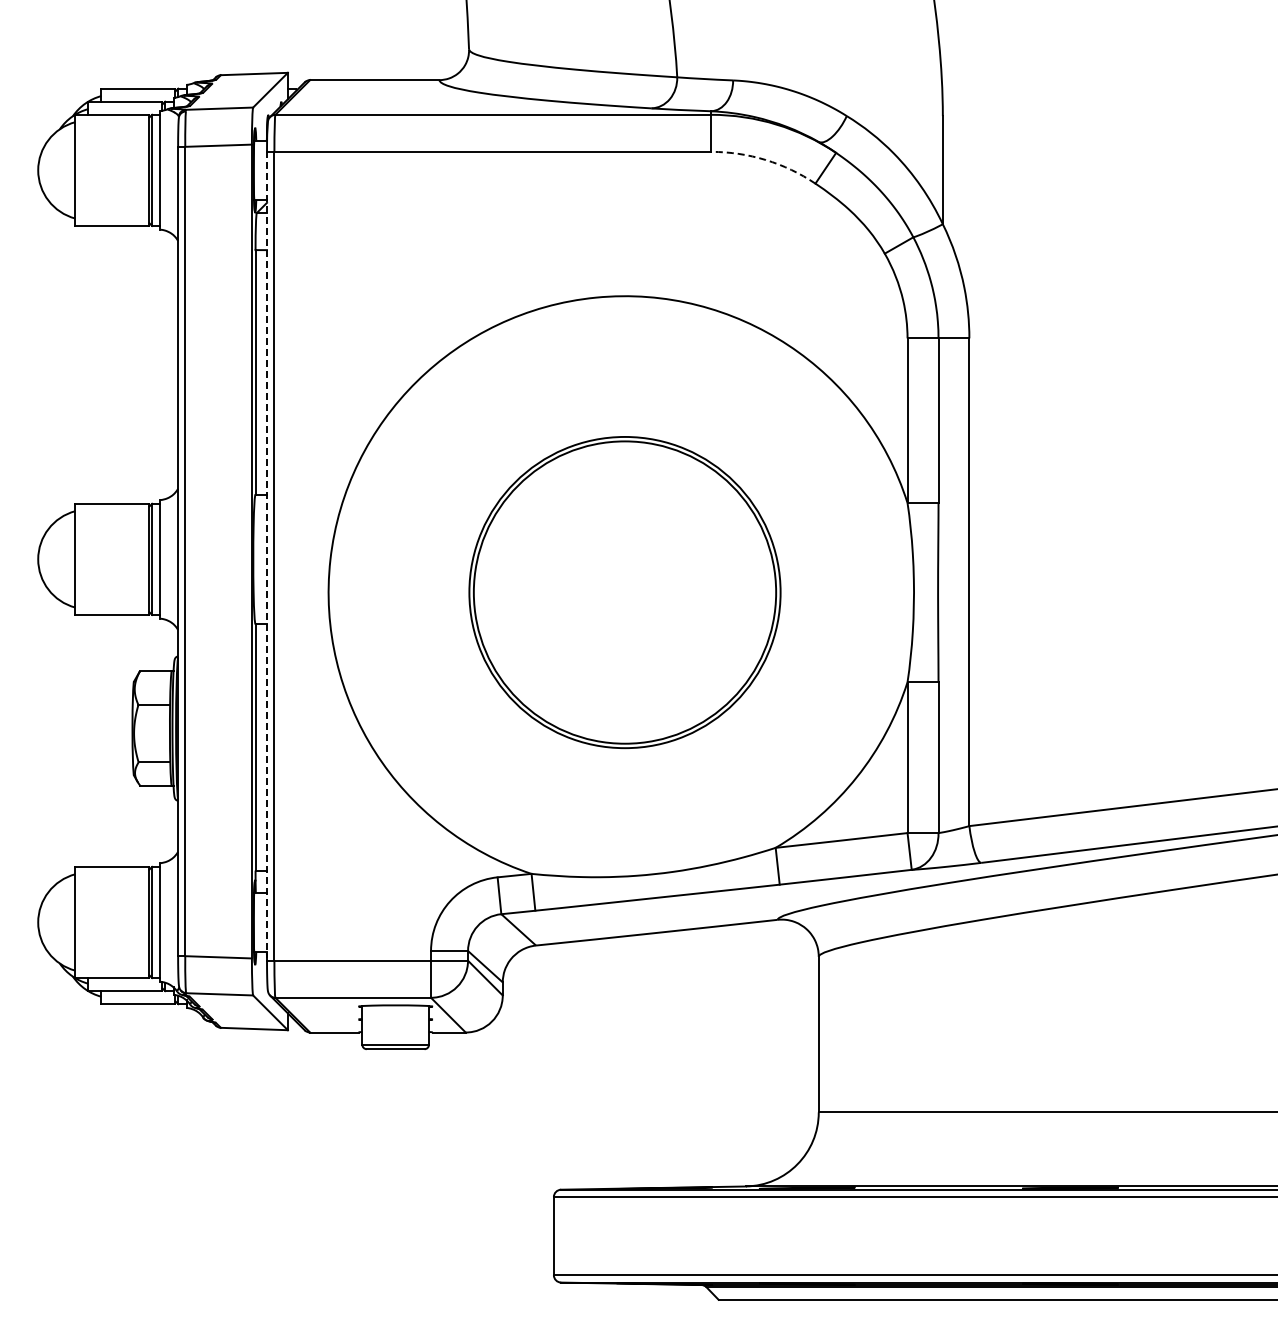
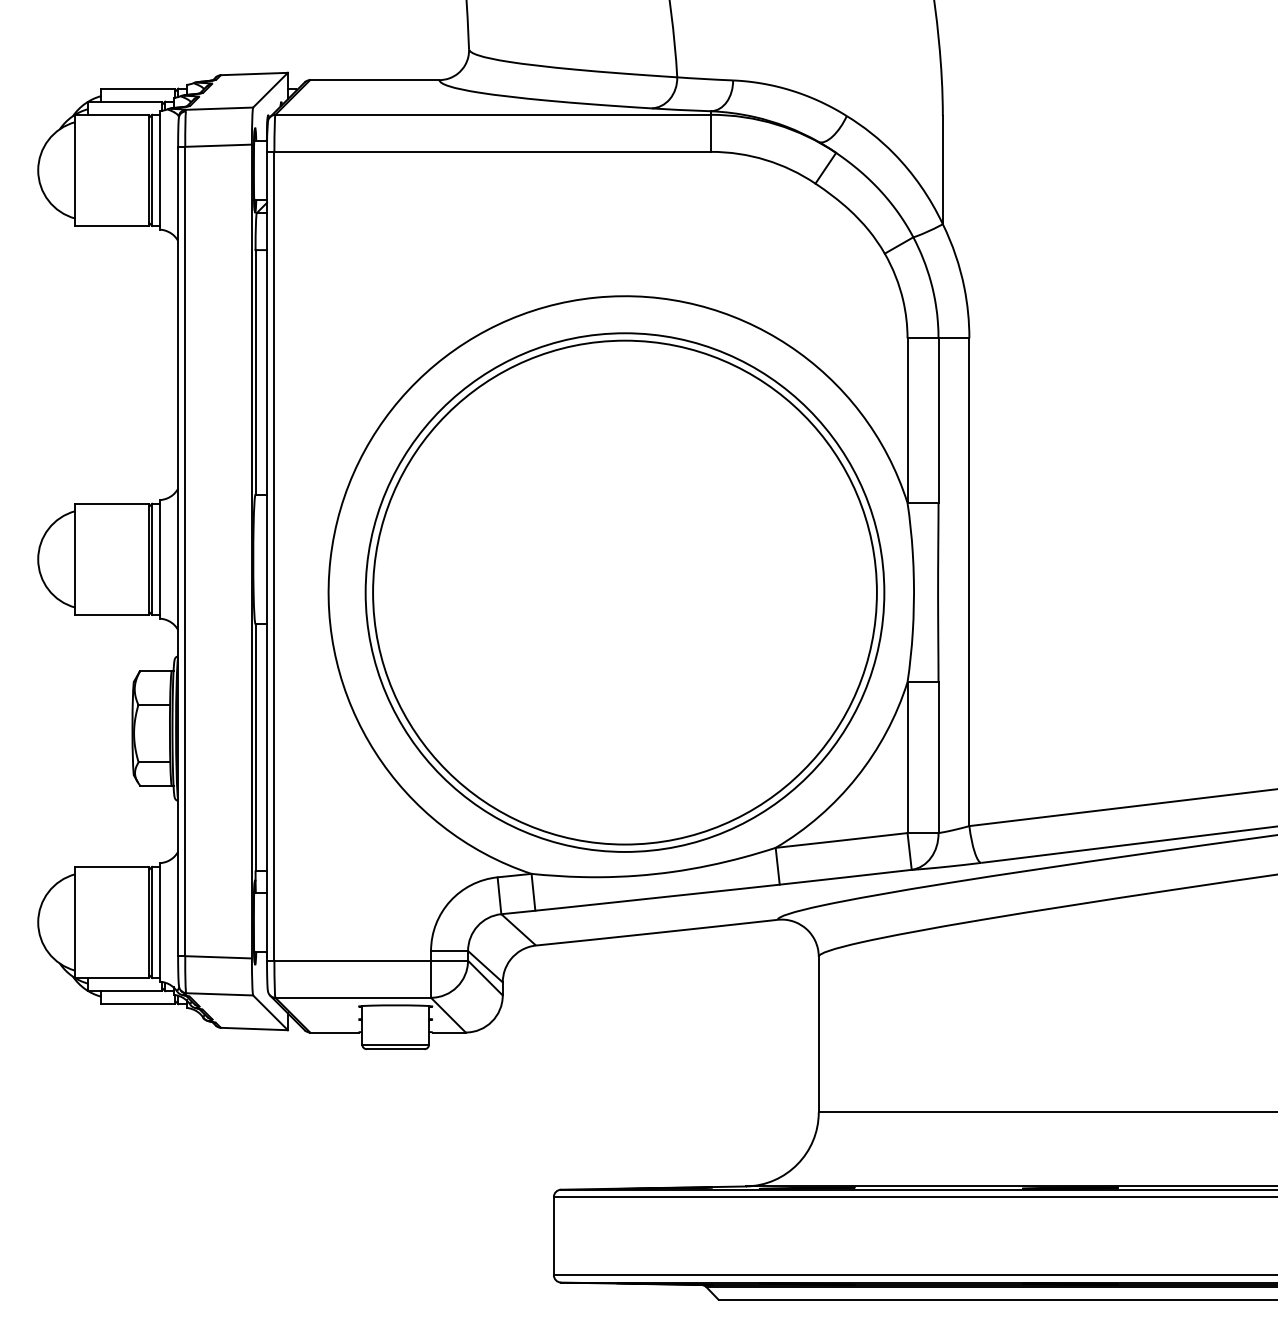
arc at (765, 160): dashed -> solid
line at (267, 555): dashed -> solid
part at (624, 592) size: 314x314 px -> 522x521 px
